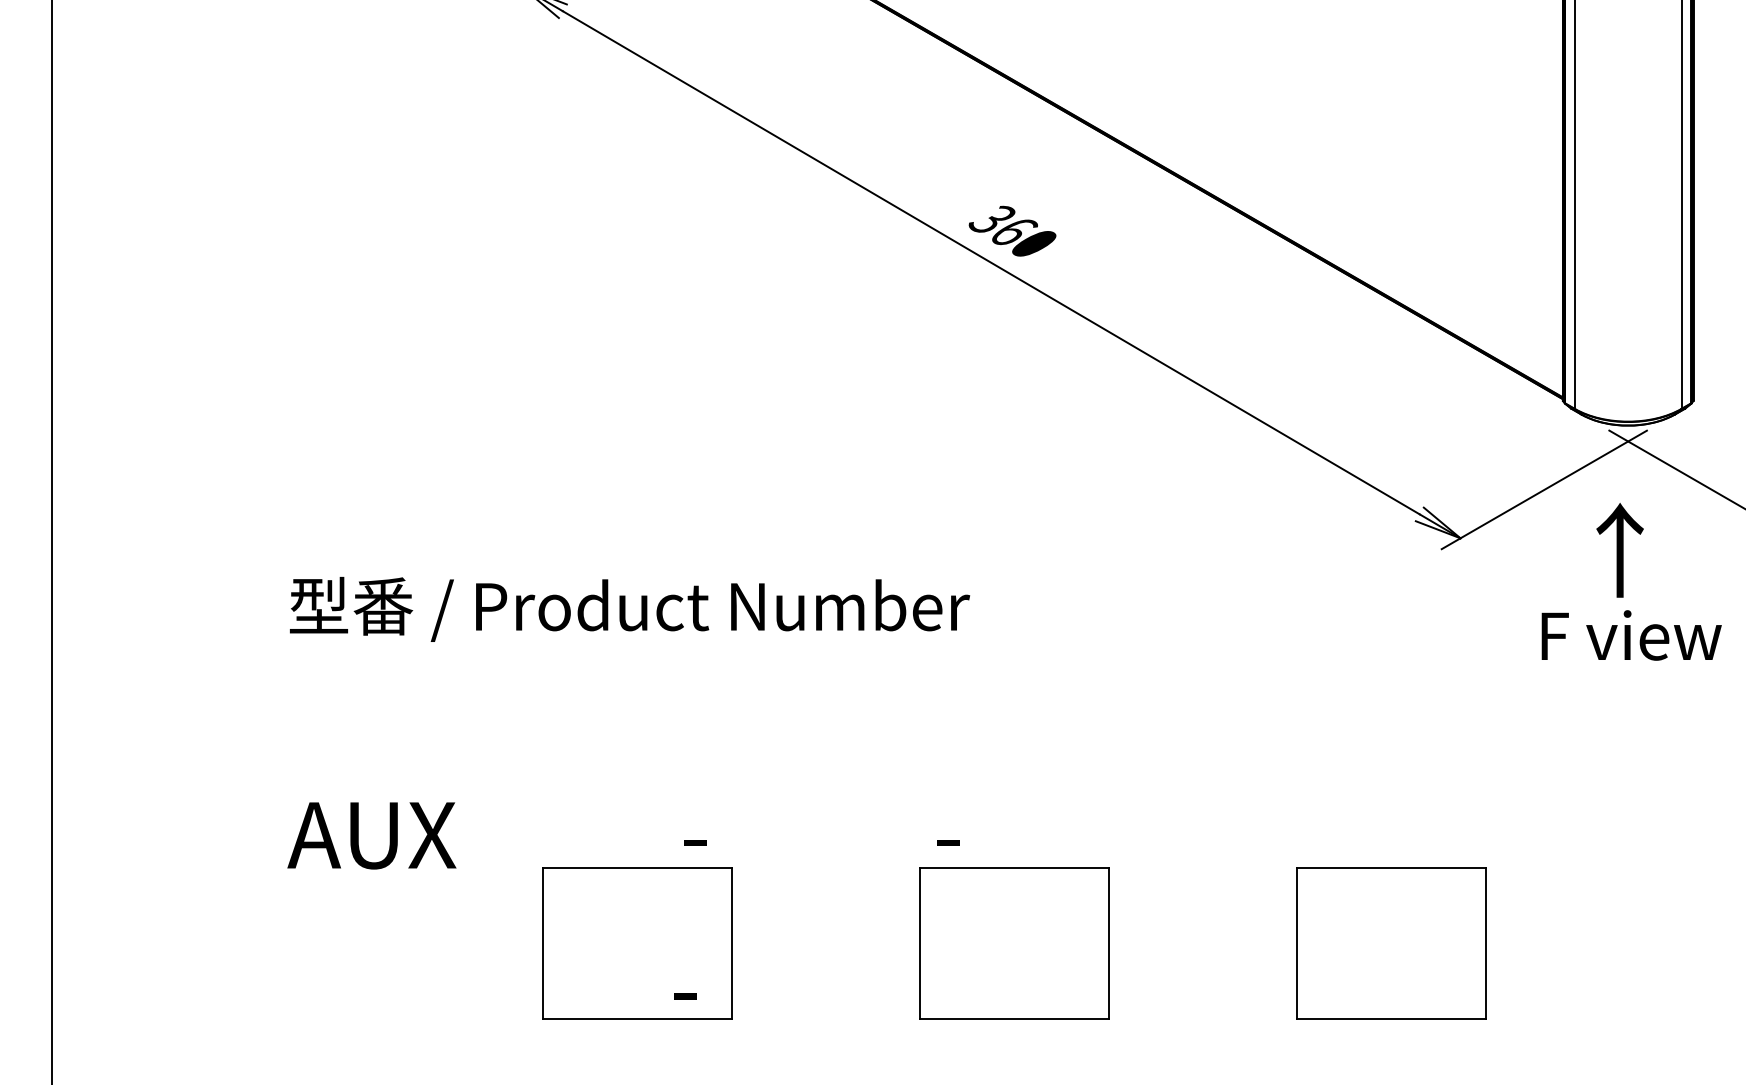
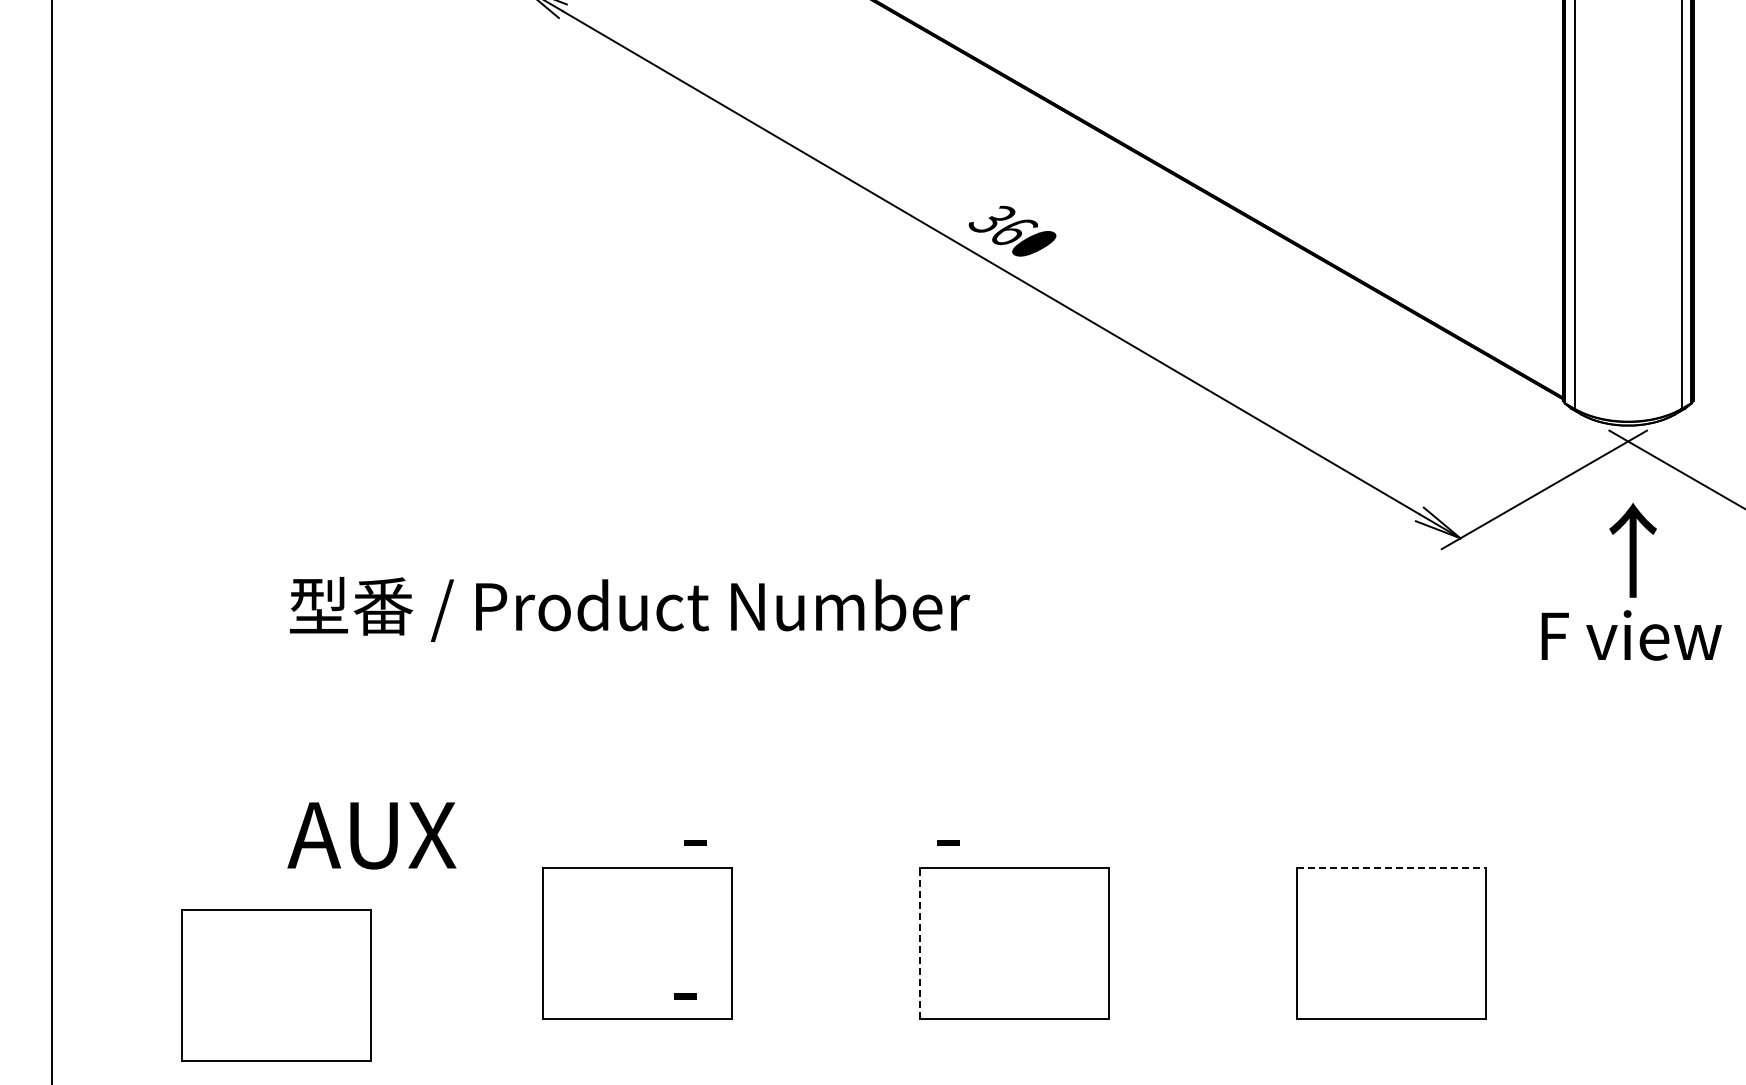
text at (1619, 550) position: (1619, 550) -> (1632, 550)
line at (1392, 867): solid -> dashed
line at (920, 942): solid -> dashed
part at (276, 985): none -> present
